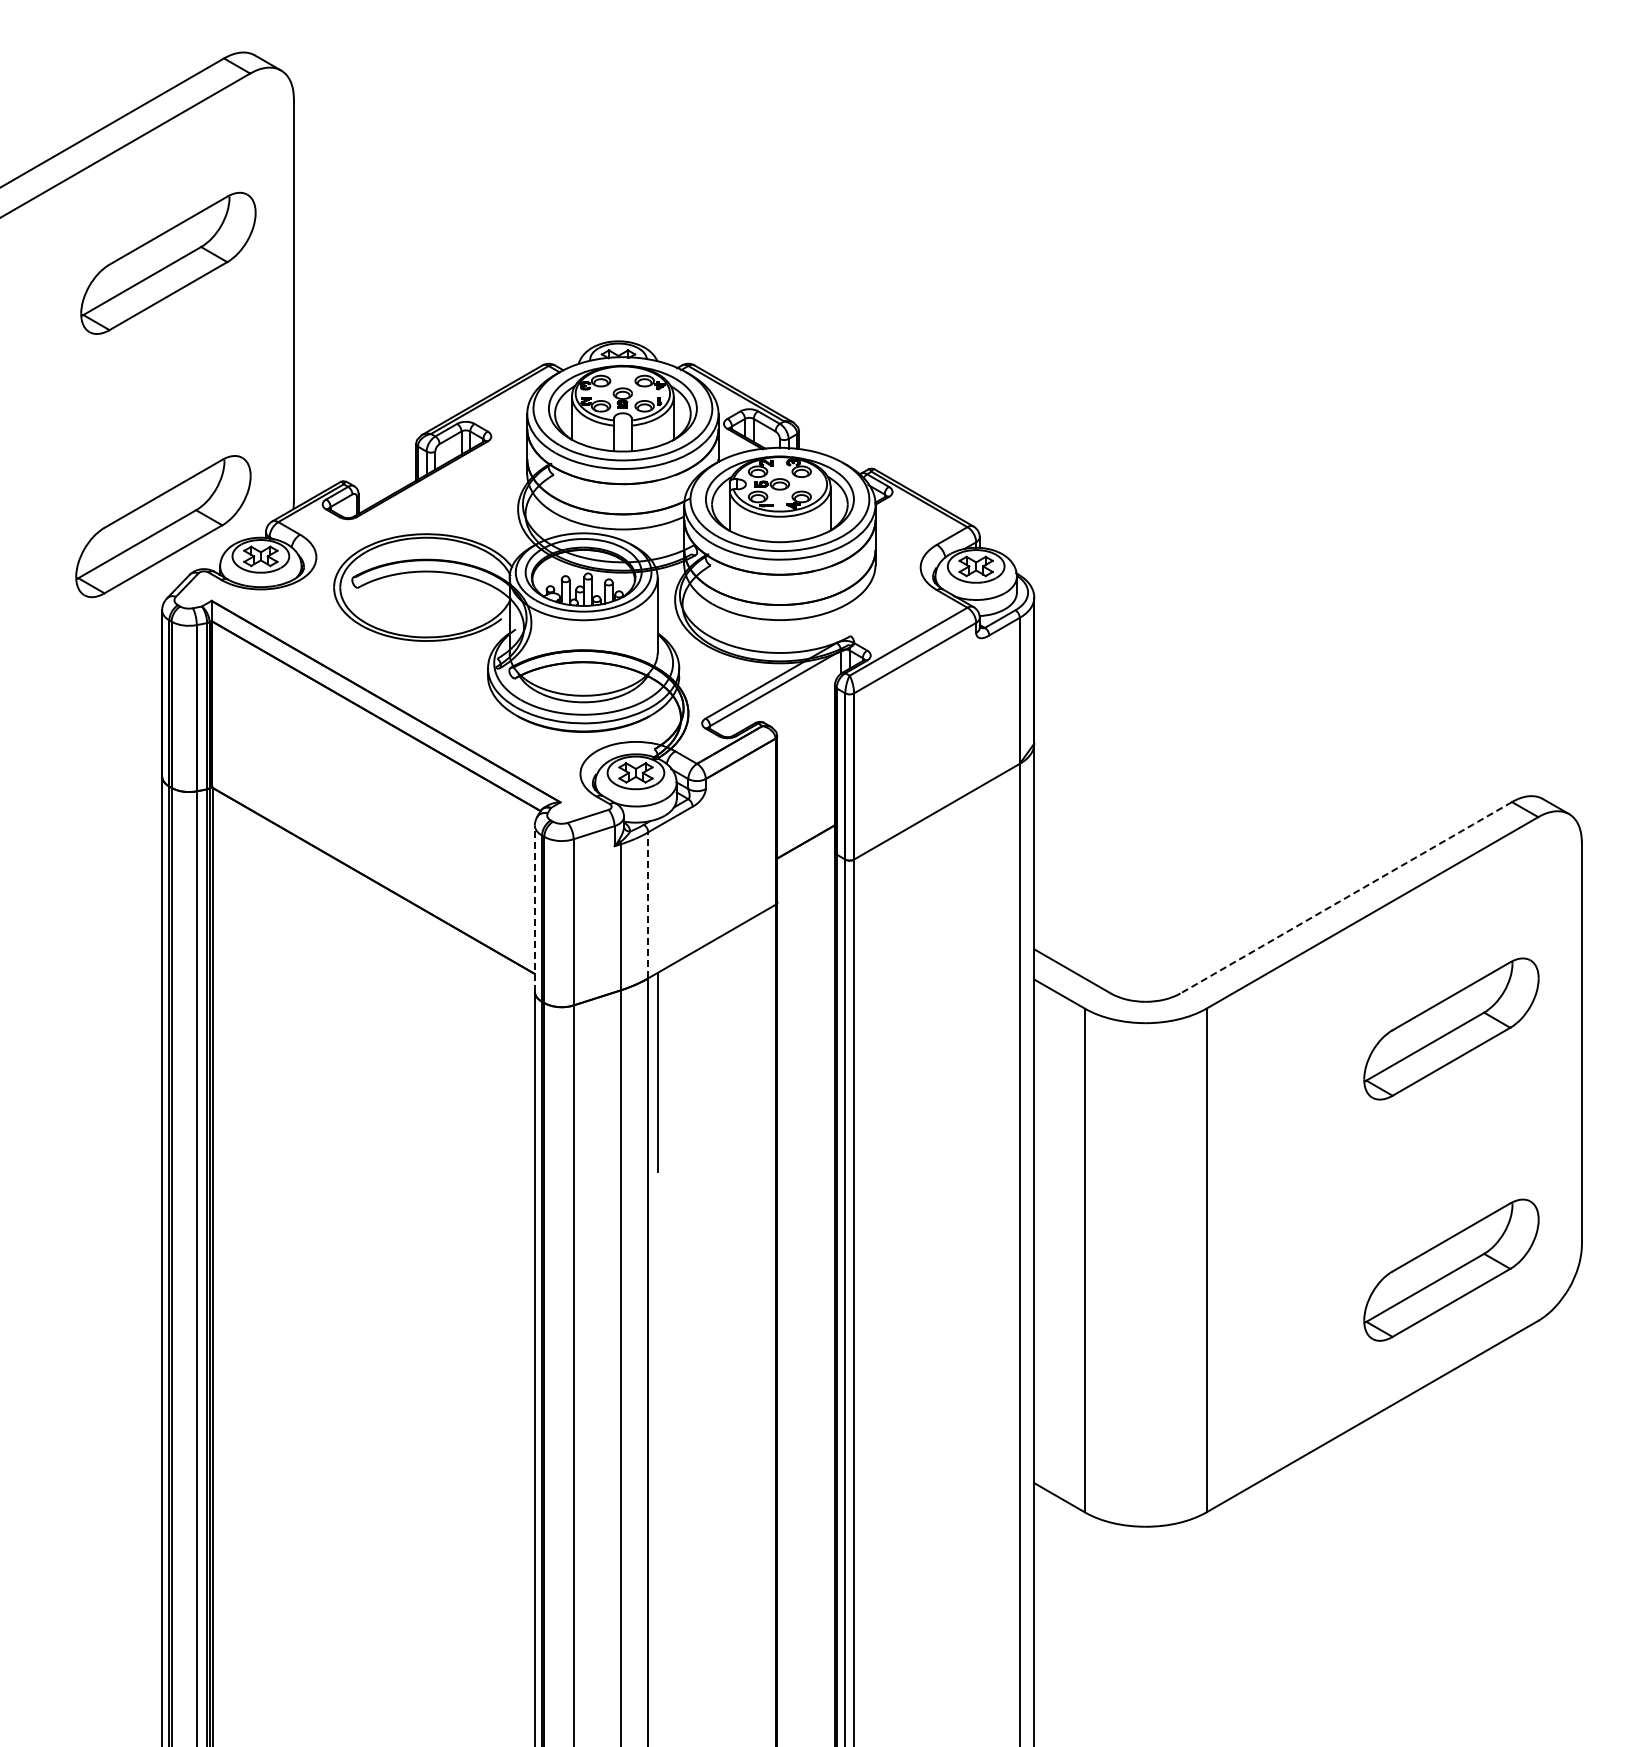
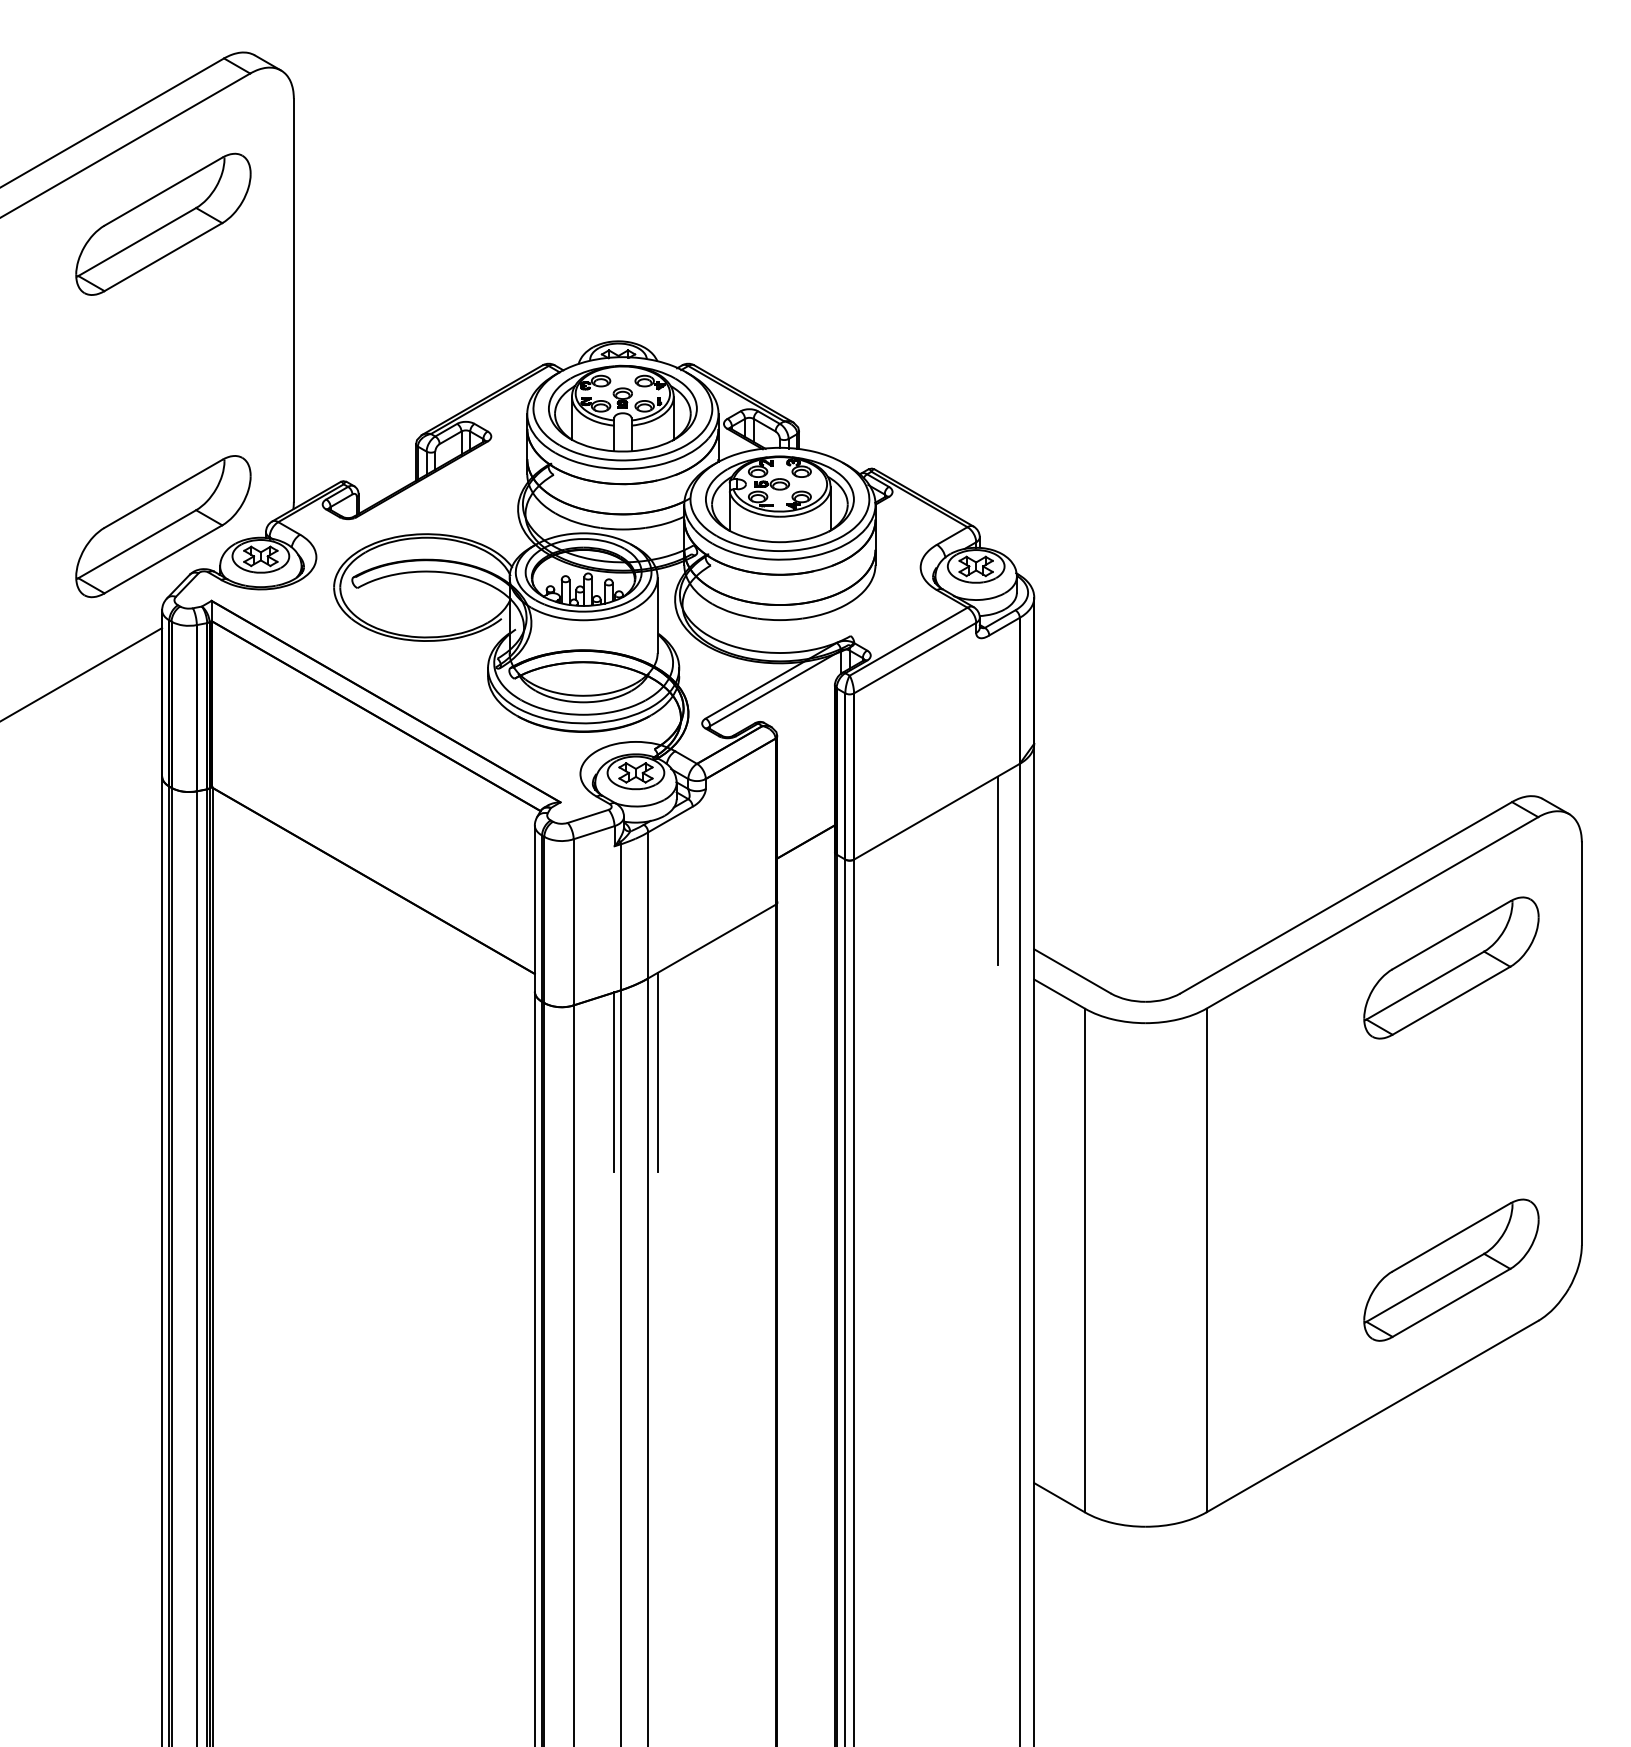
part at (168, 262) position: (168, 262) -> (163, 223)
line at (82, 674): none -> present
line at (997, 870): none -> present
line at (1345, 898): dashed -> solid
line at (648, 904): dashed -> solid
line at (534, 908): dashed -> solid
part at (1451, 1028) position: (1451, 1028) -> (1451, 967)
line at (614, 1081): none -> present
